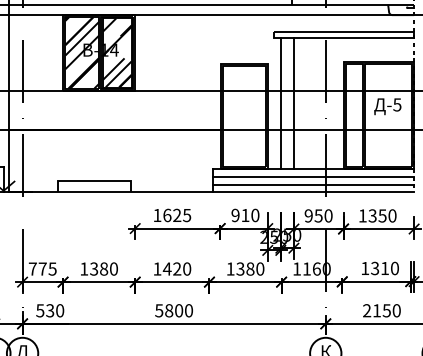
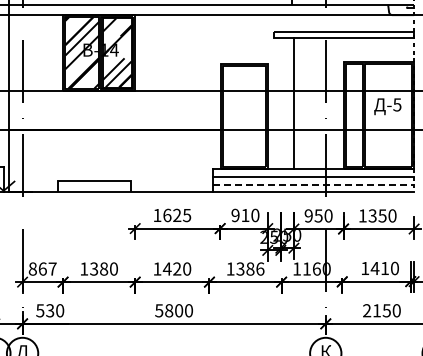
line at (280, 103): present -> none
line at (313, 184): solid -> dashed
text at (42, 268): 775 -> 867
text at (260, 268): 1380 -> 1386
text at (374, 268): 1310 -> 1410
